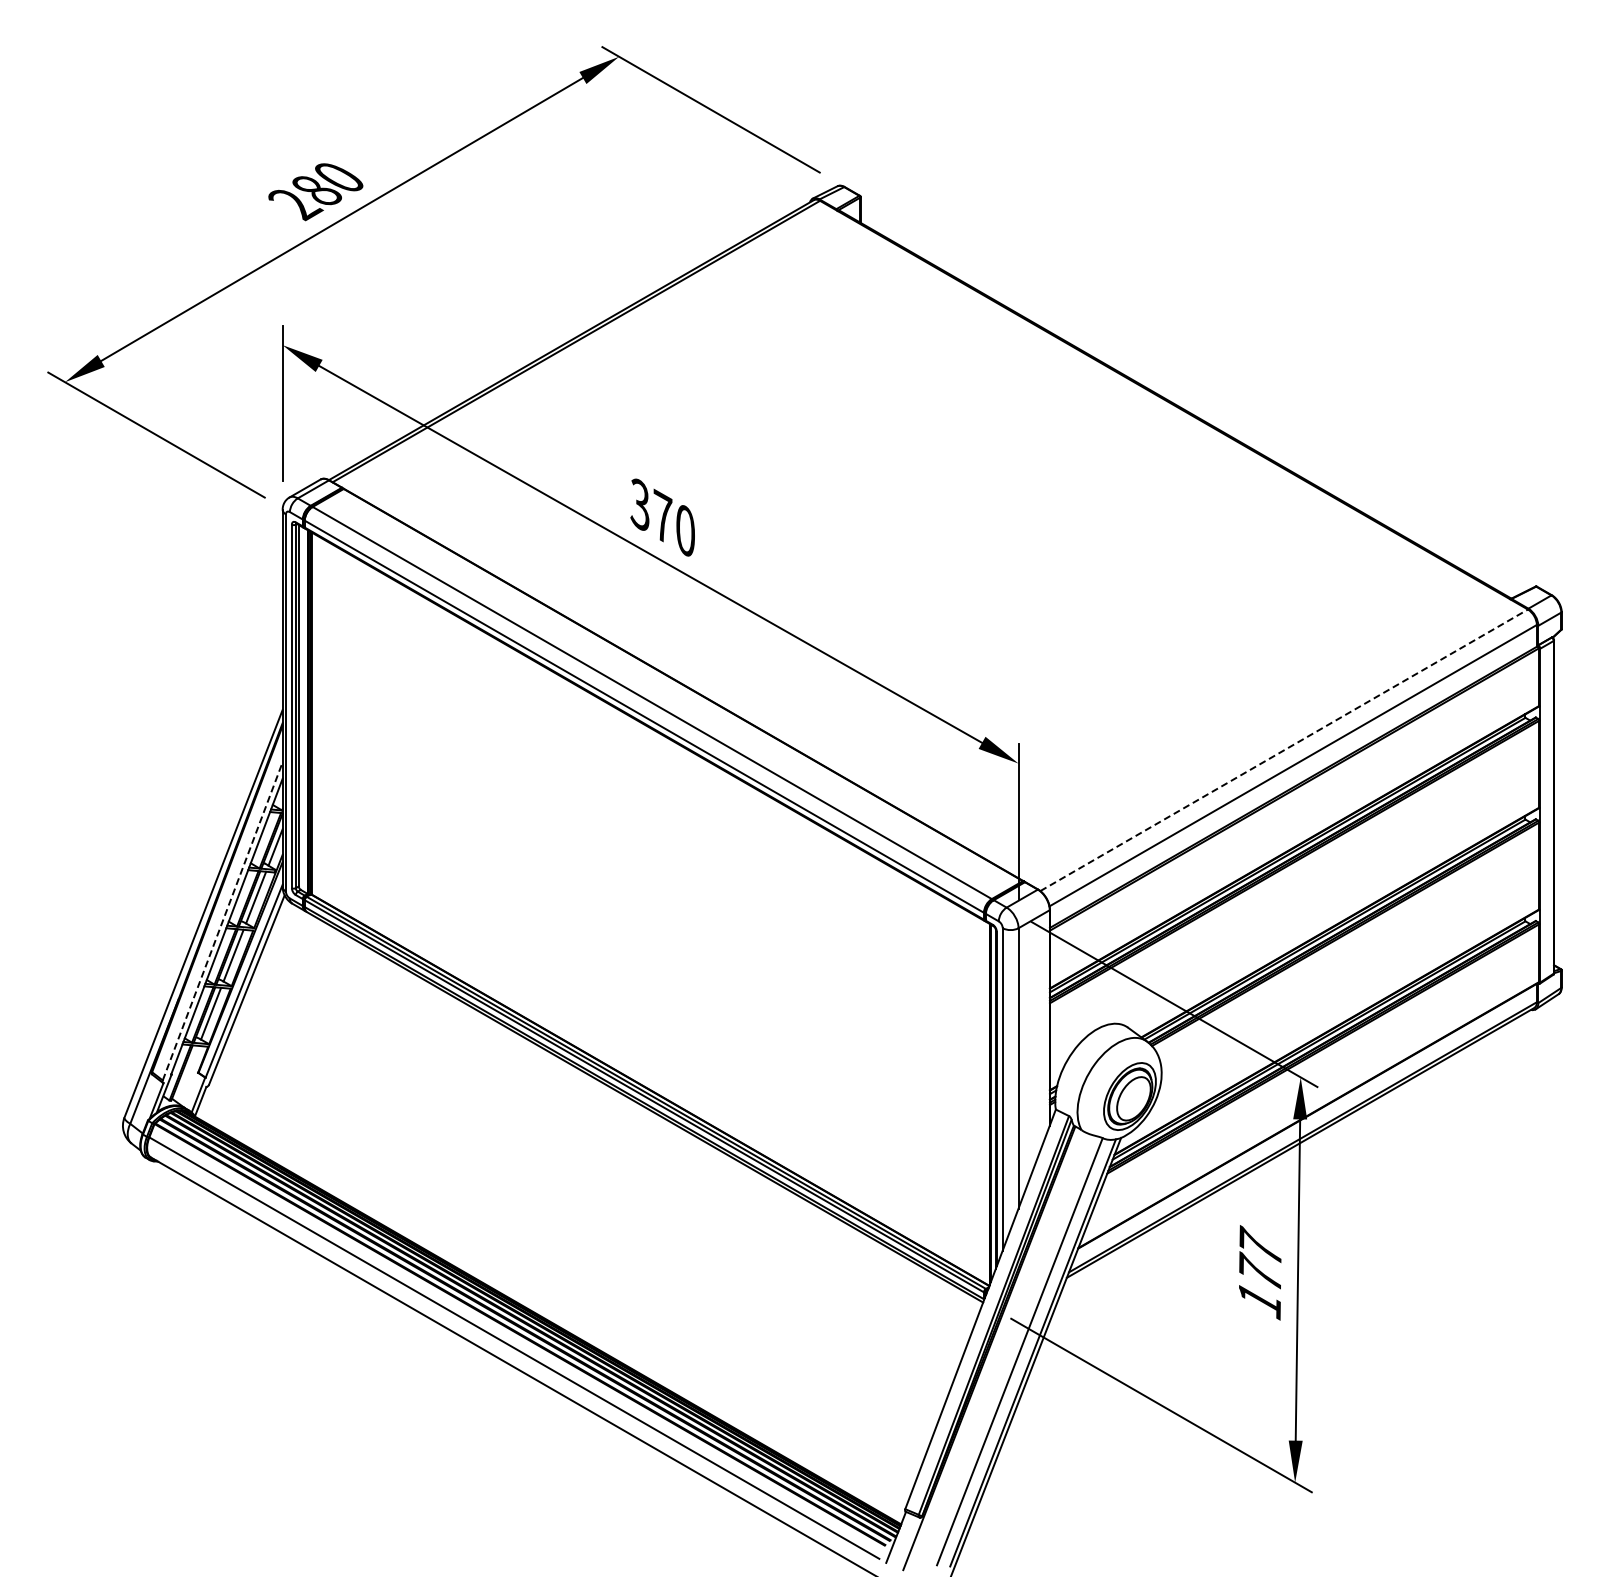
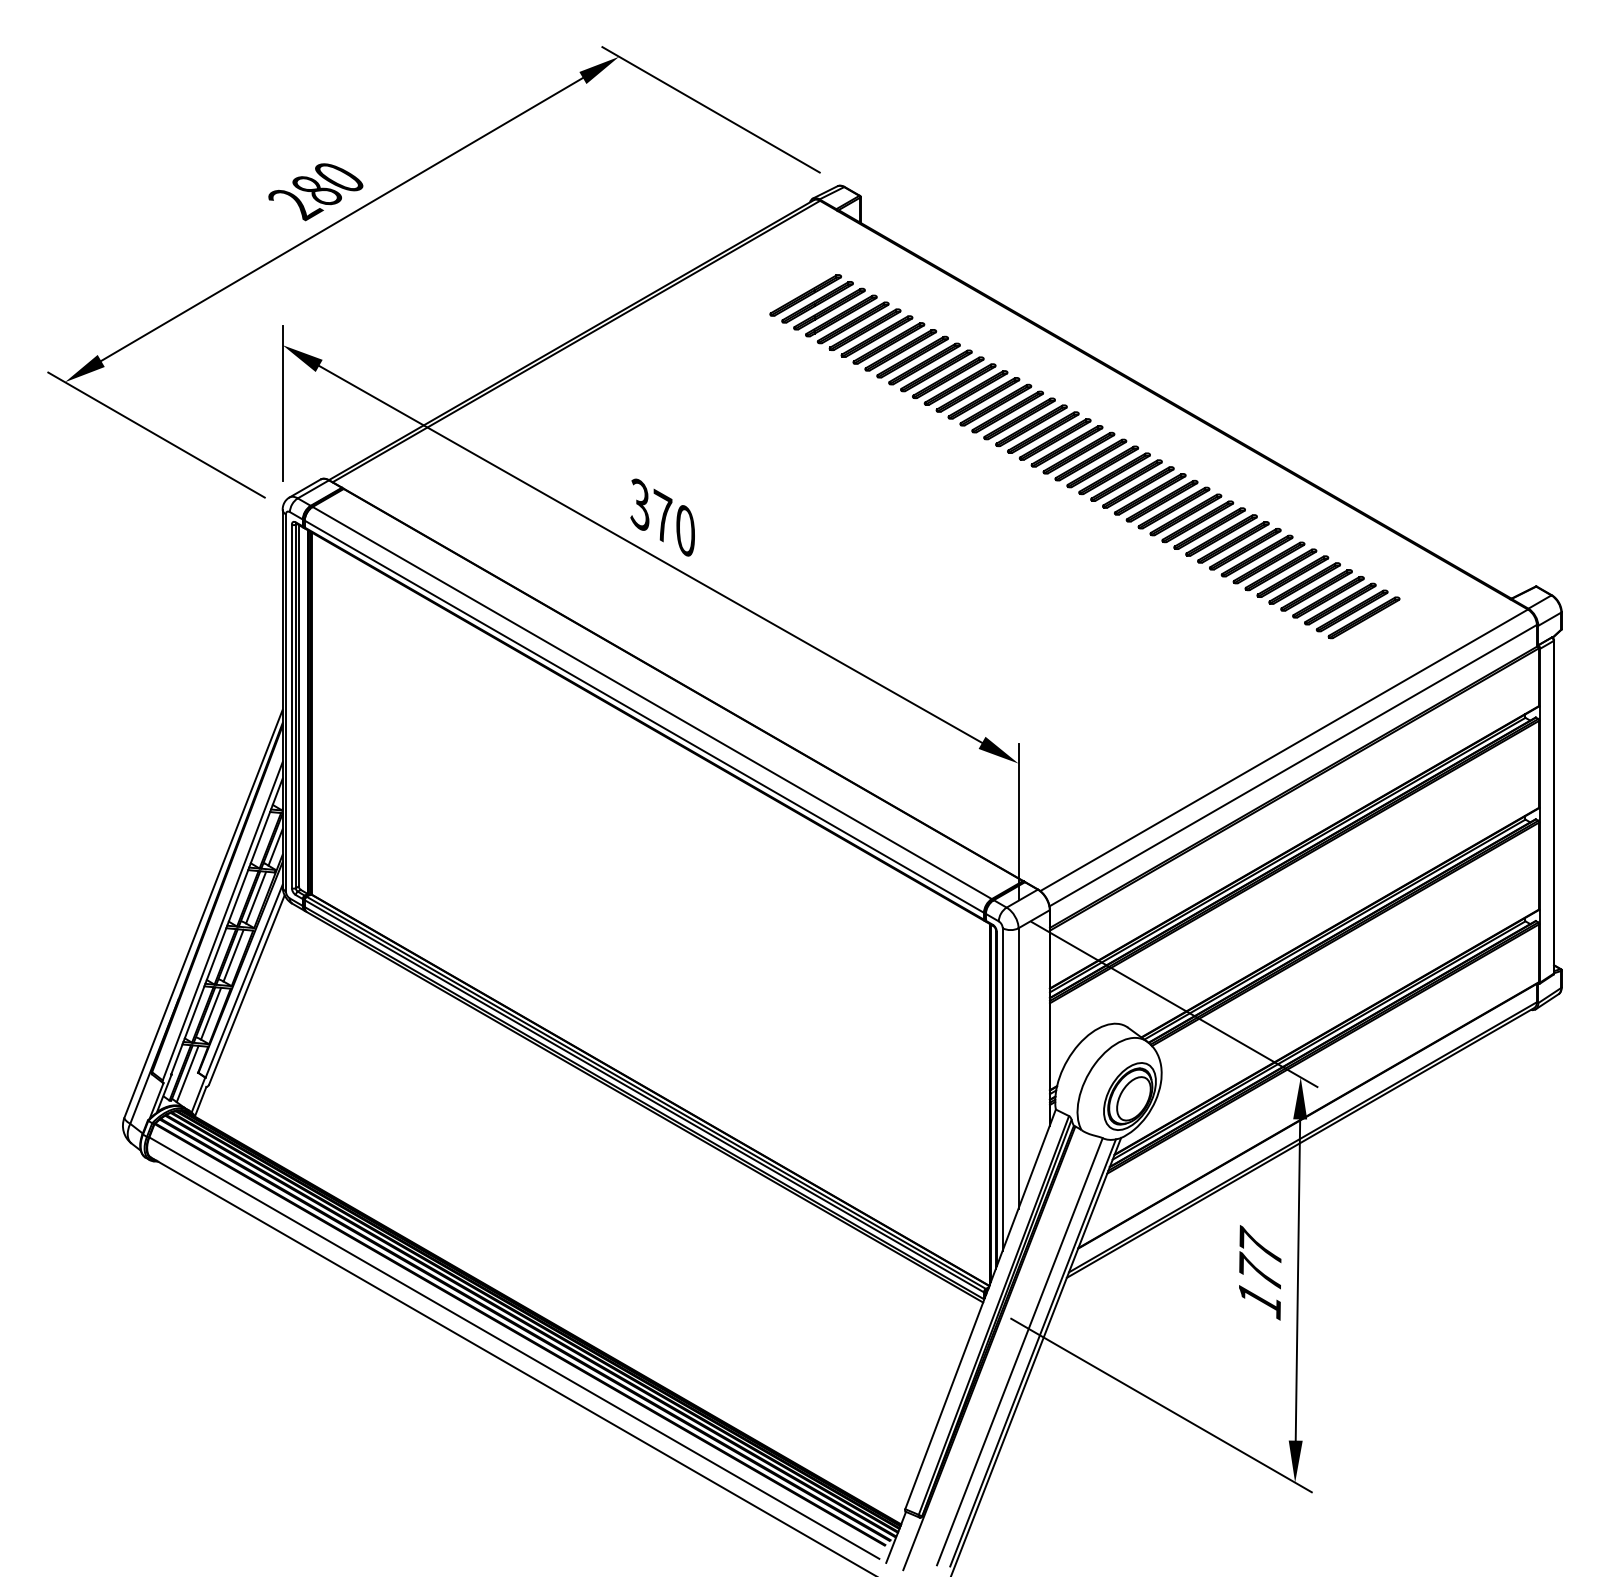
part at (1084, 456): none -> present
line at (1284, 750): dashed -> solid
line at (222, 920): dashed -> solid
line at (187, 1073): none -> present
